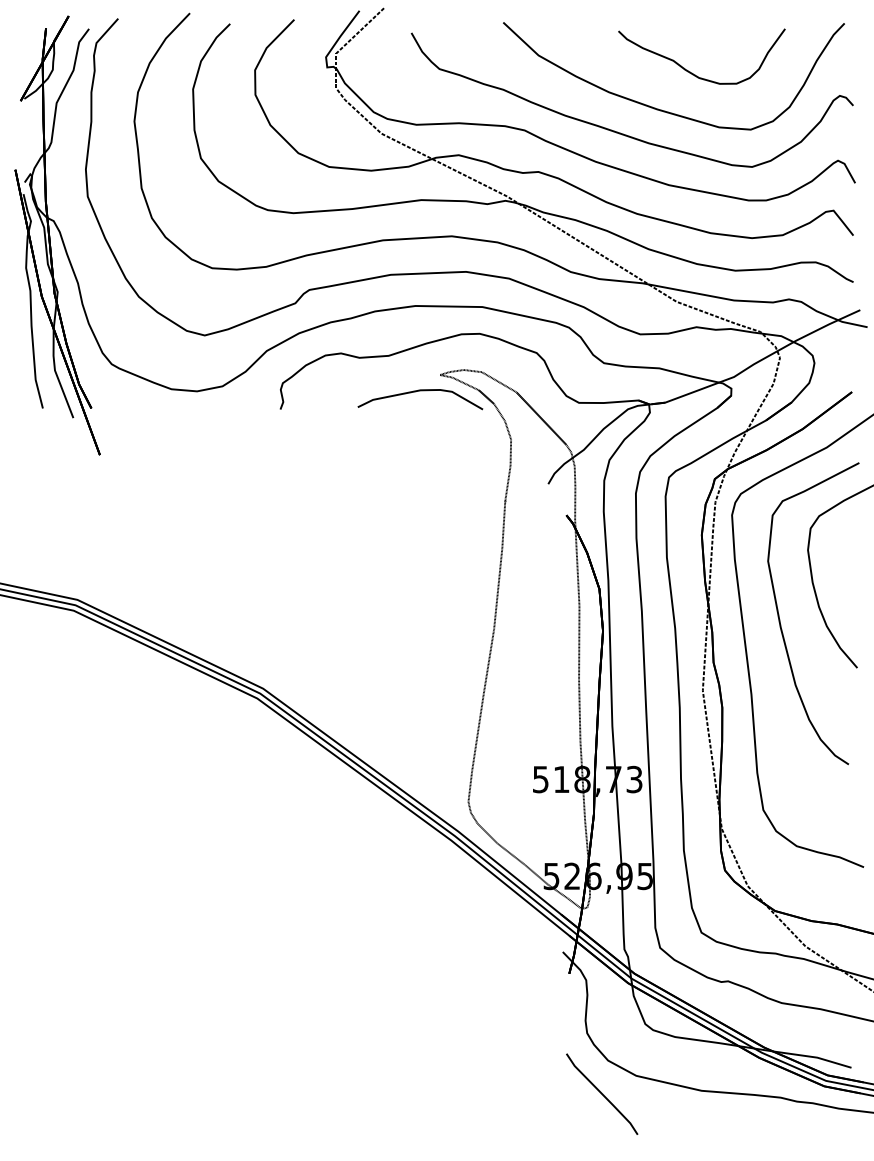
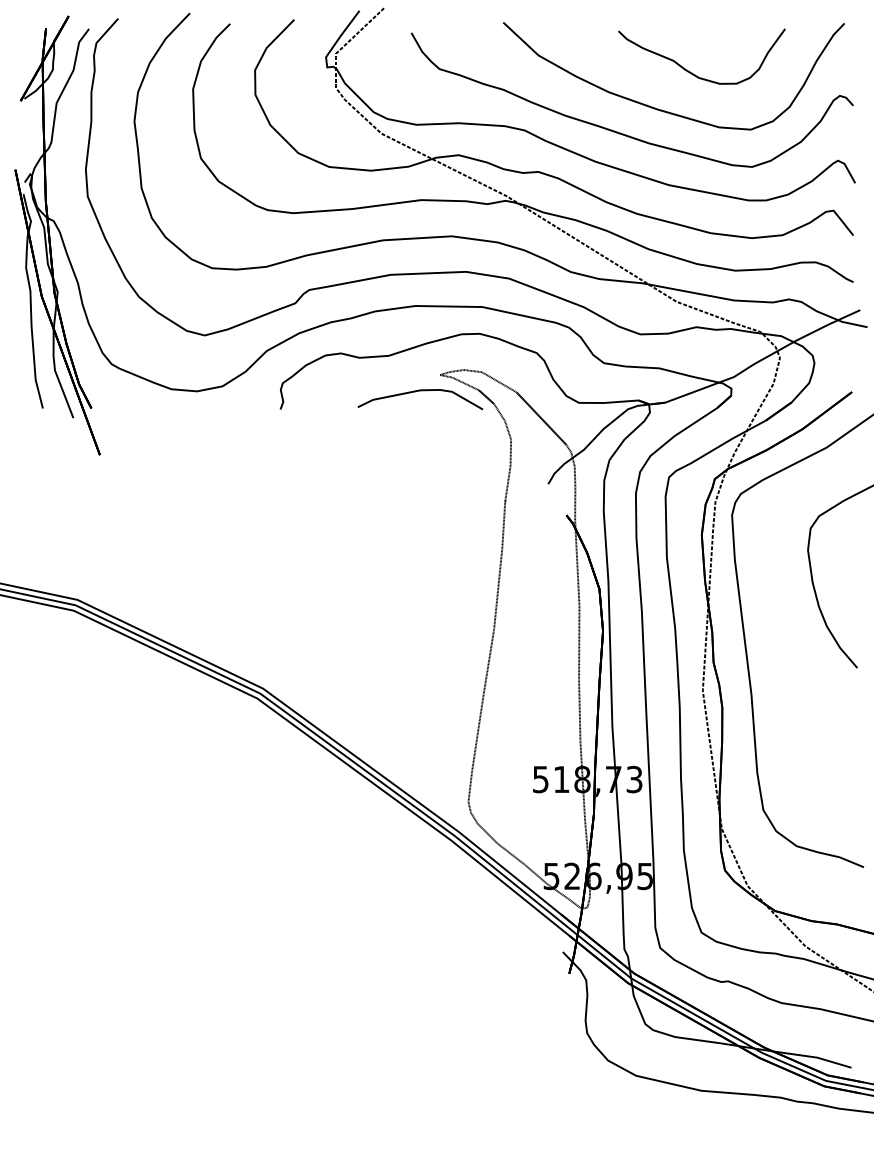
curve at (780, 619): present -> none
line at (602, 1093): present -> none
